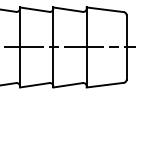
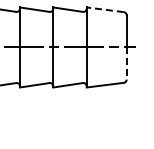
line at (105, 9): solid -> dashed
line at (126, 64): solid -> dashed
